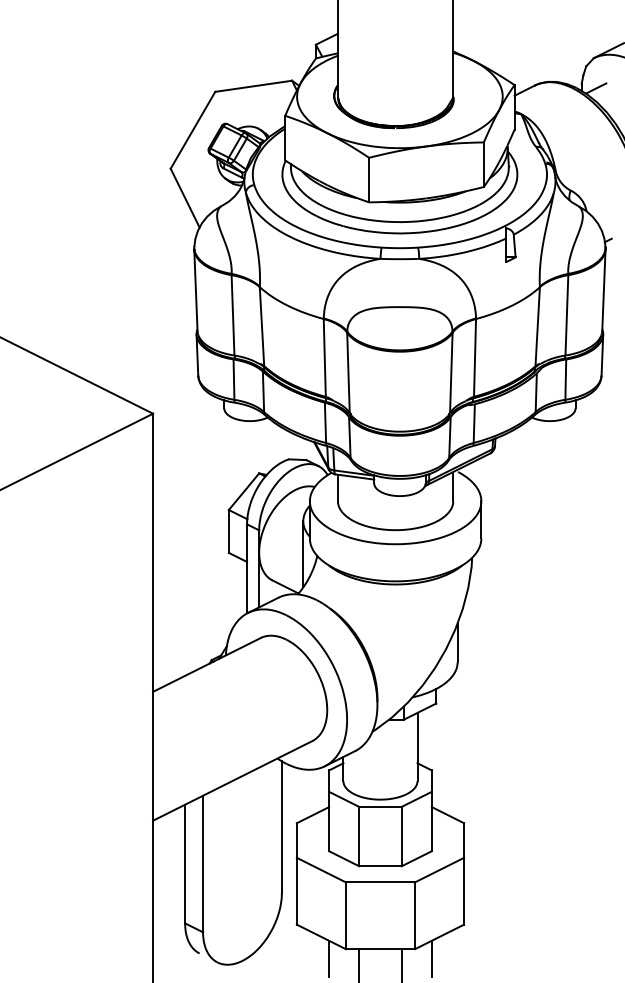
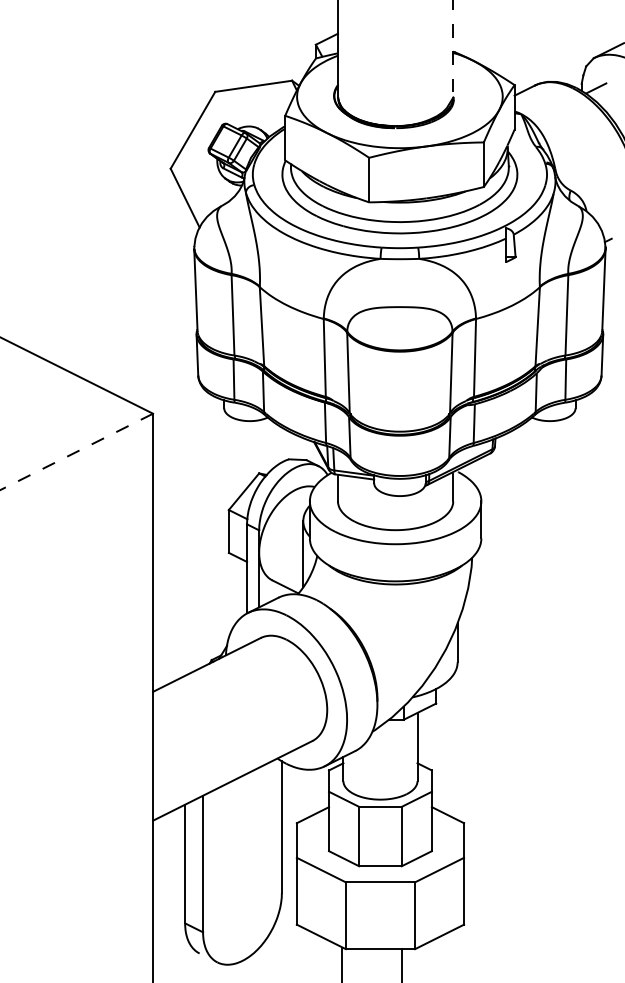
line at (453, 49): solid -> dashed
line at (76, 452): solid -> dashed
line at (329, 958): present -> none
line at (431, 958): present -> none
line at (359, 964) position: (359, 964) -> (342, 964)
